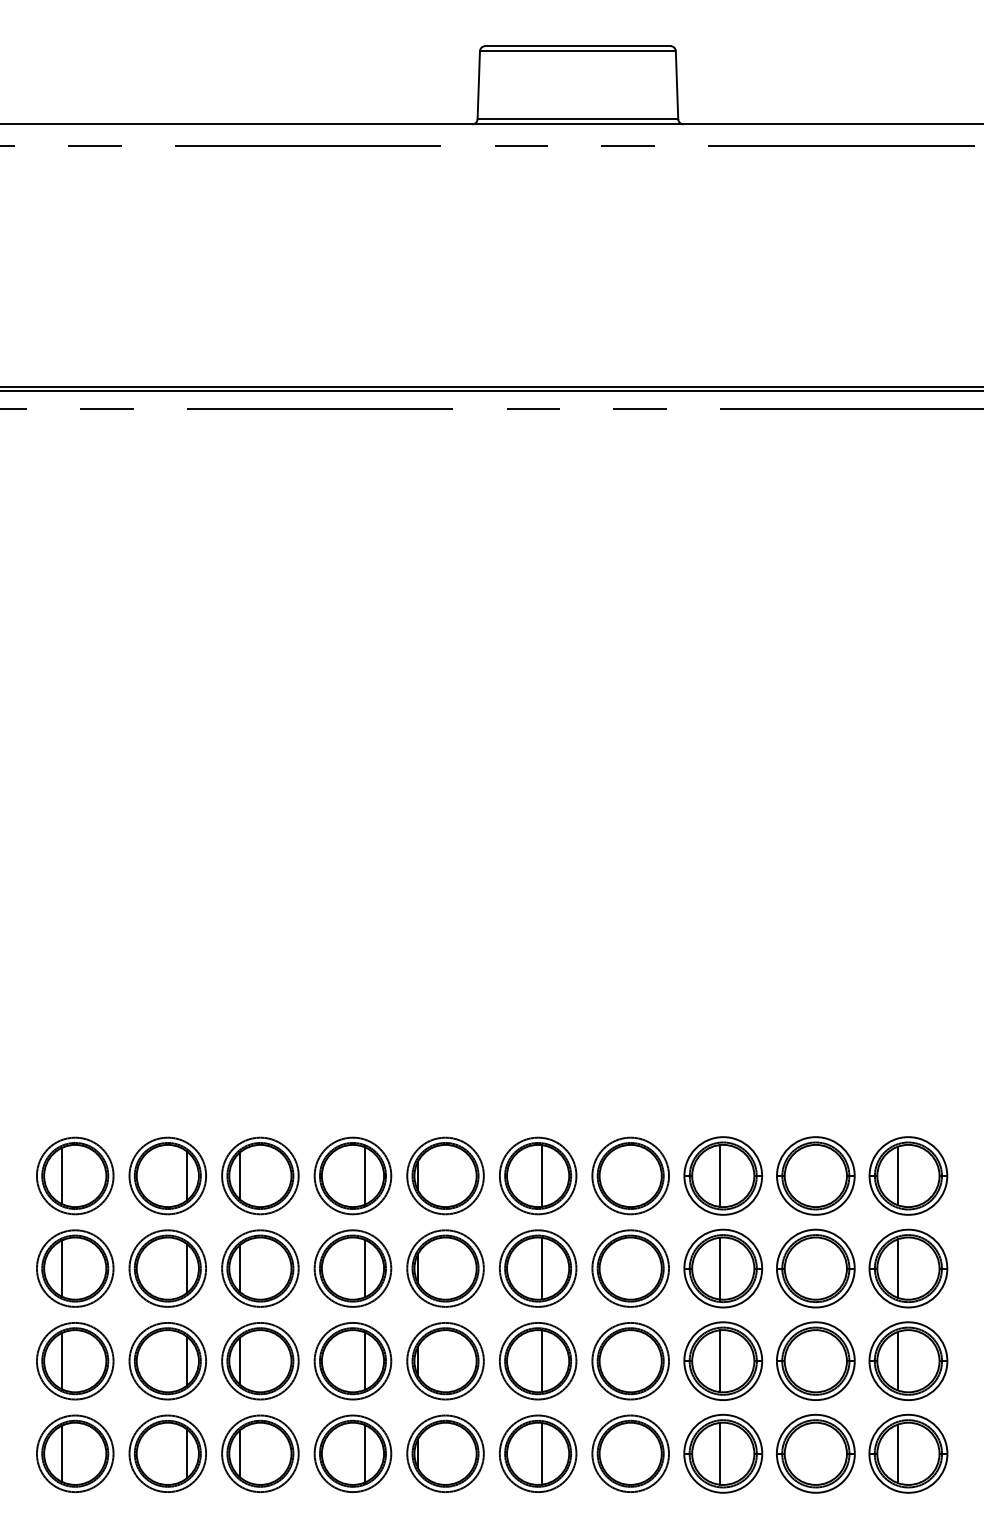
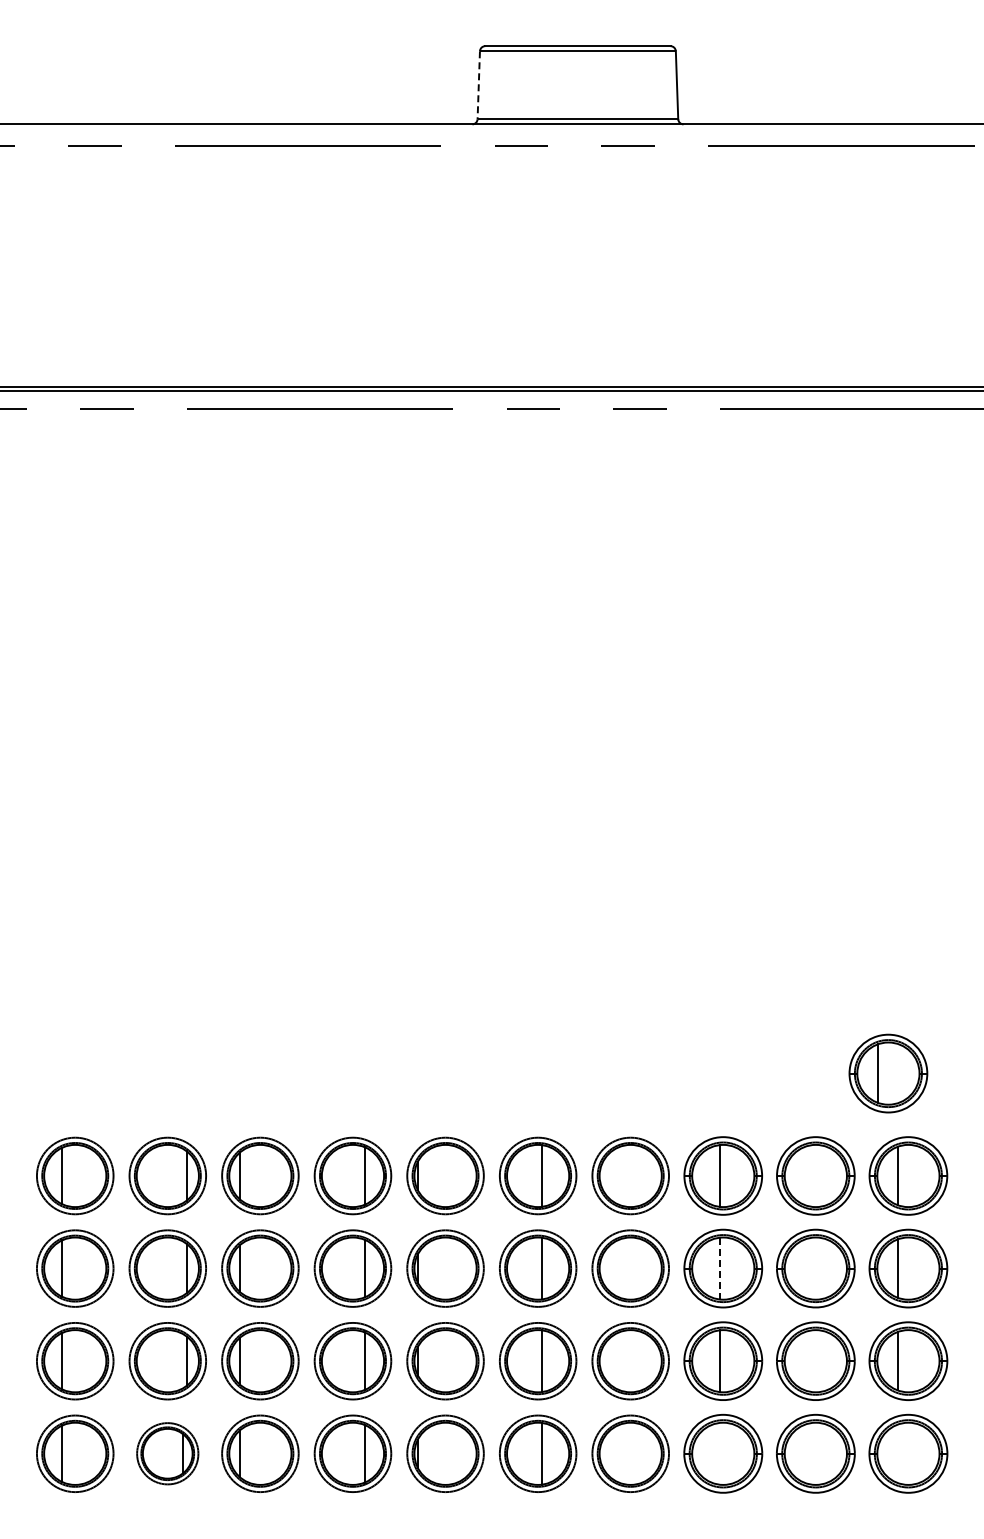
line at (478, 85): solid -> dashed
part at (888, 1073): none -> present
line at (720, 1268): solid -> dashed
part at (167, 1453) size: 79x79 px -> 64x64 px
line at (720, 1453): present -> none
line at (897, 1453): present -> none
